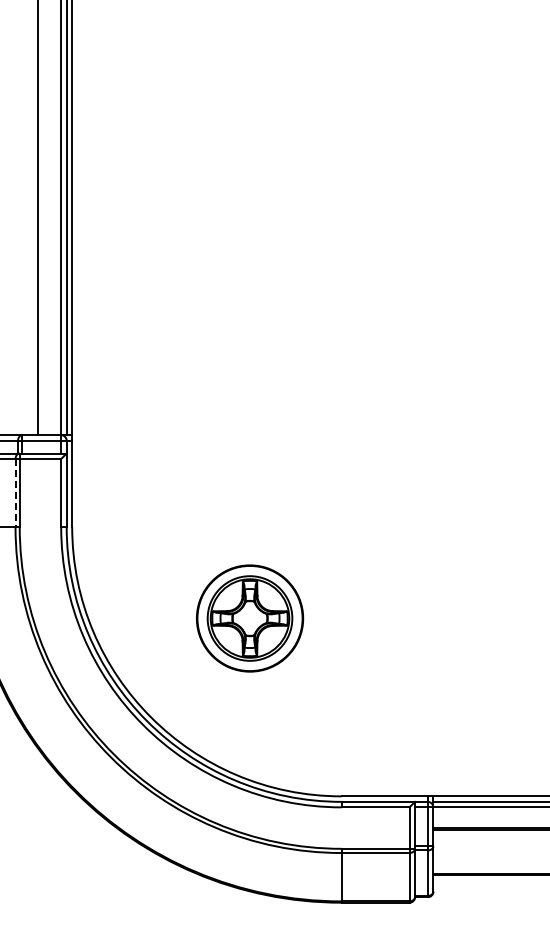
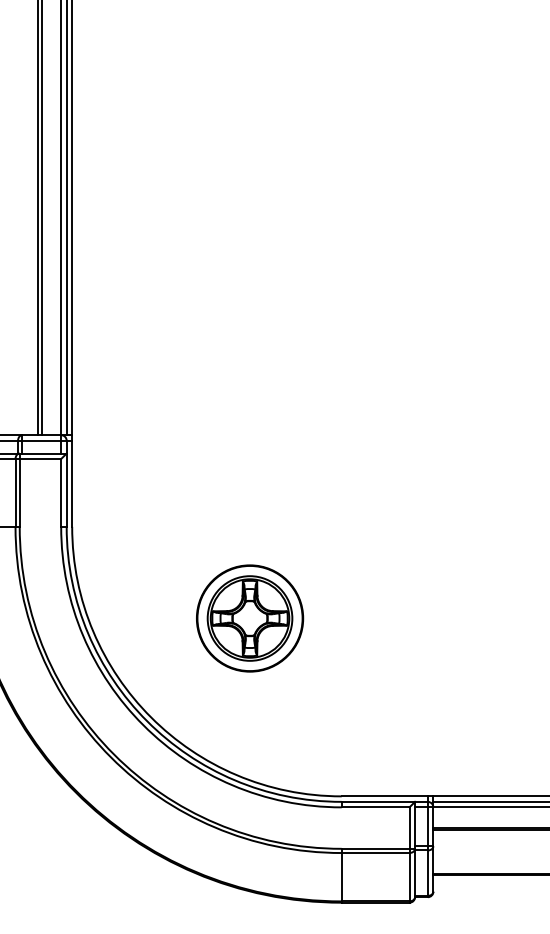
line at (41, 218): none -> present
line at (15, 492): dashed -> solid
